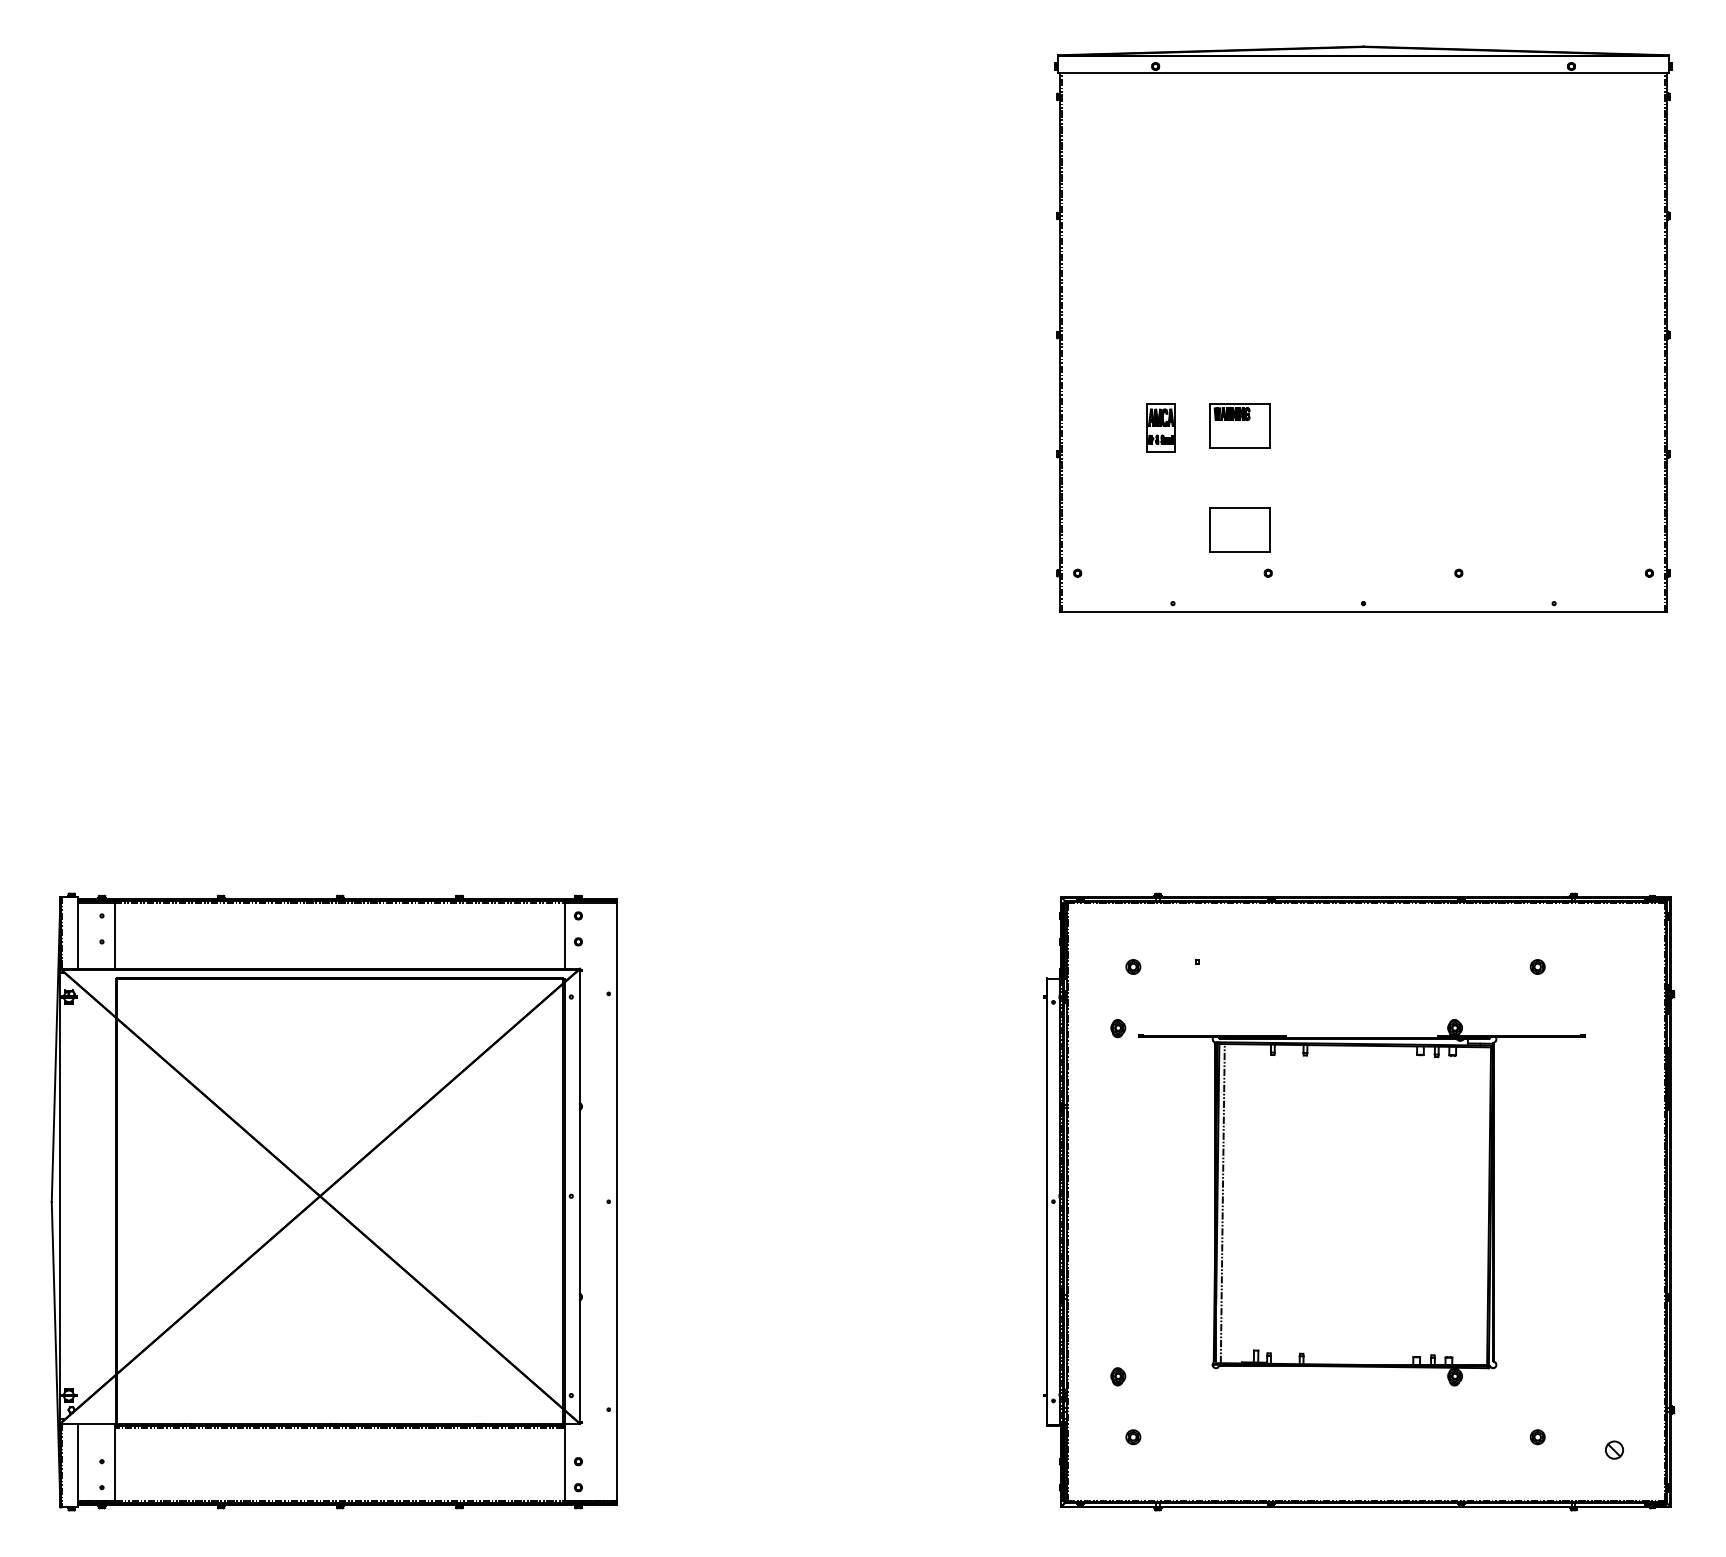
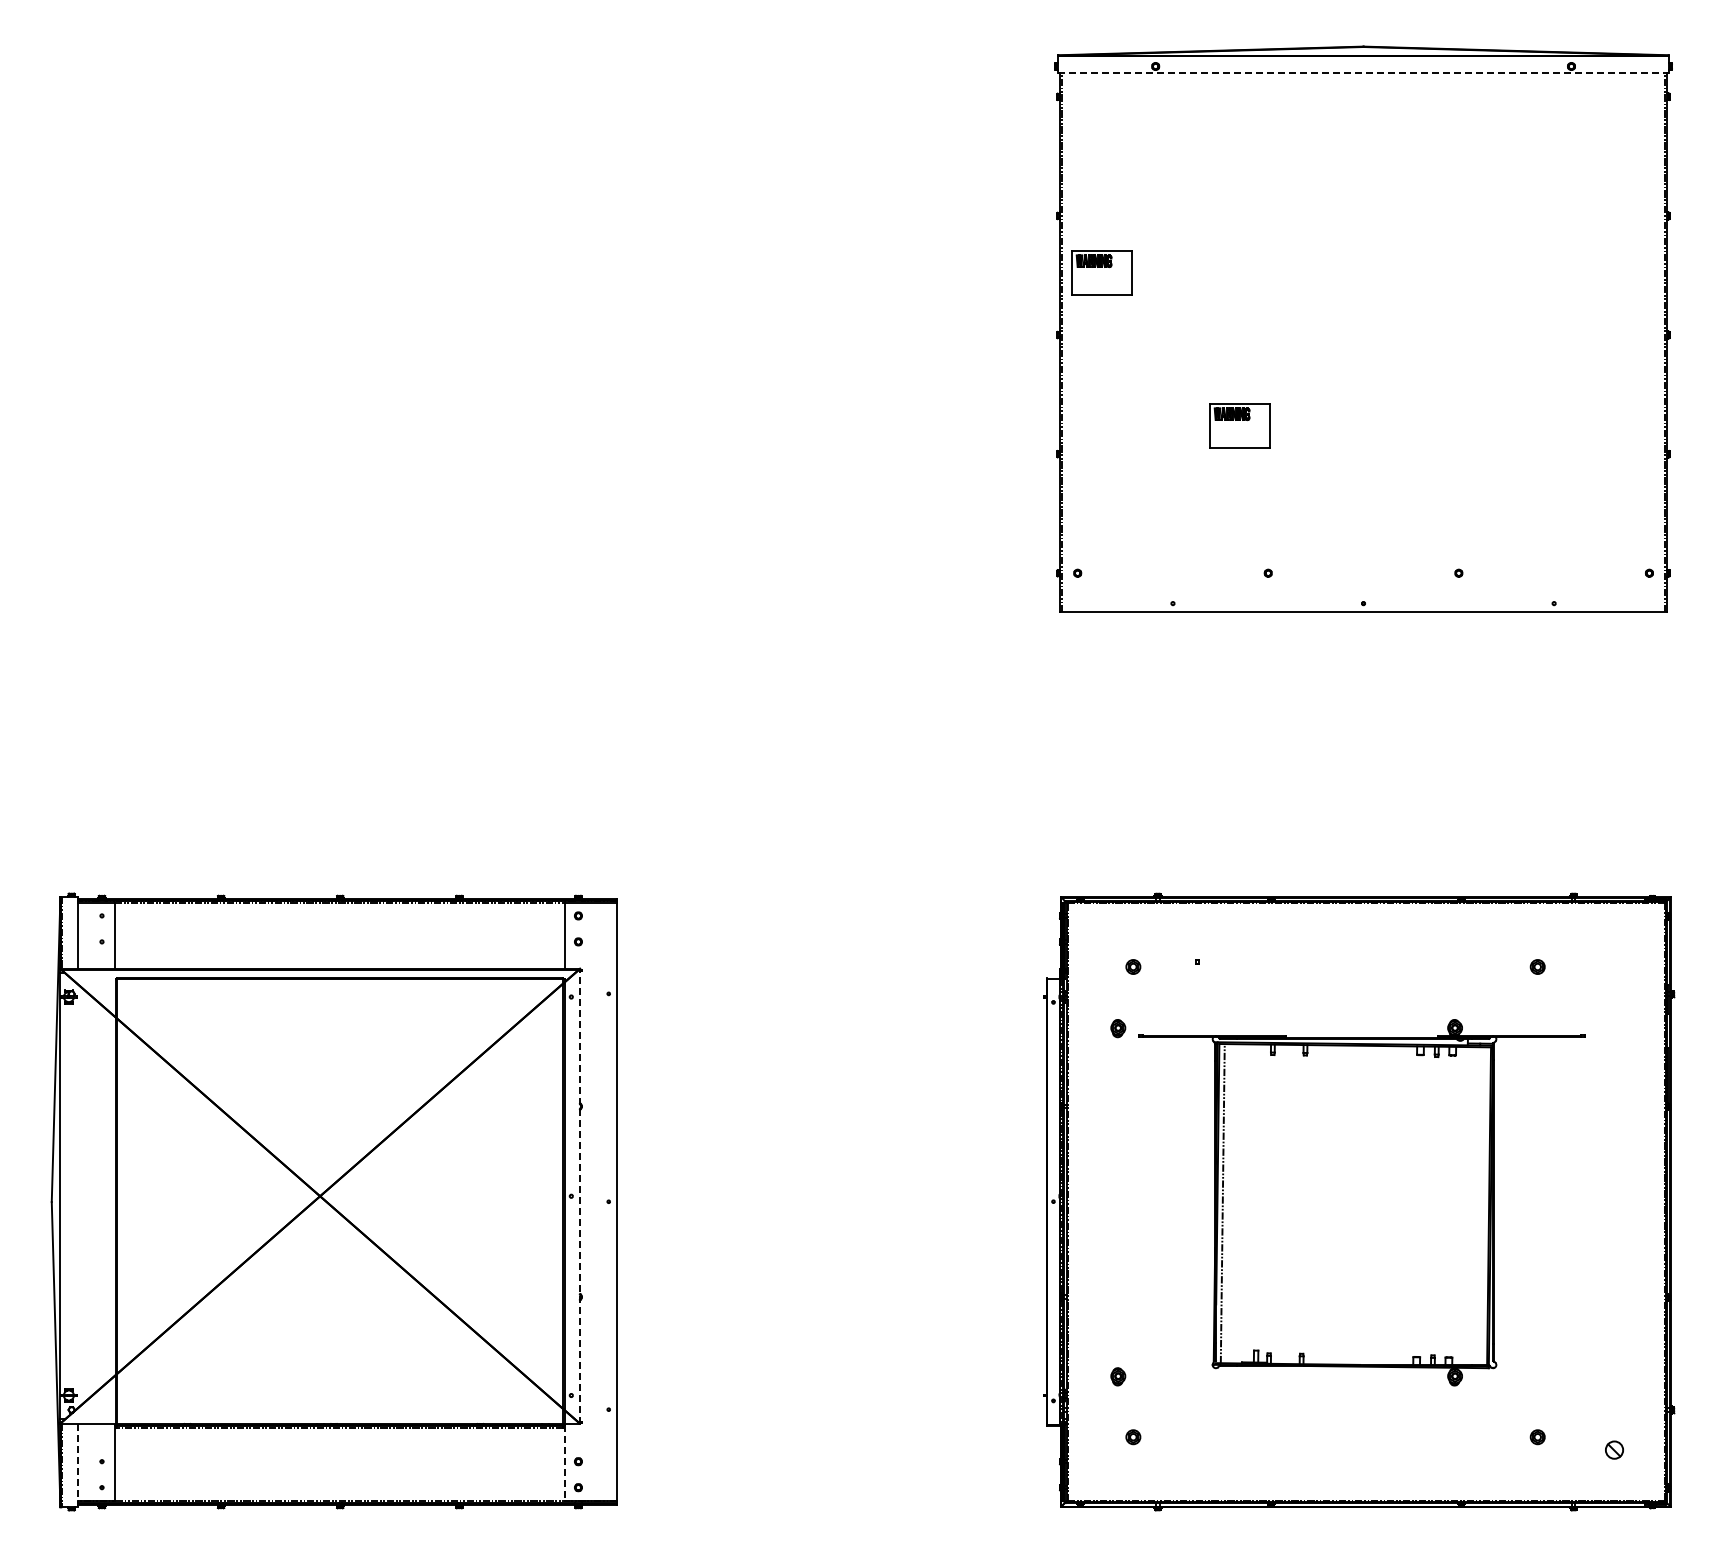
line at (1364, 73): solid -> dashed
part at (1101, 272): none -> present
part at (1160, 427): present -> none
part at (1239, 529): present -> none
line at (580, 1195): solid -> dashed
line at (565, 1462): solid -> dashed
line at (78, 1465): solid -> dashed
